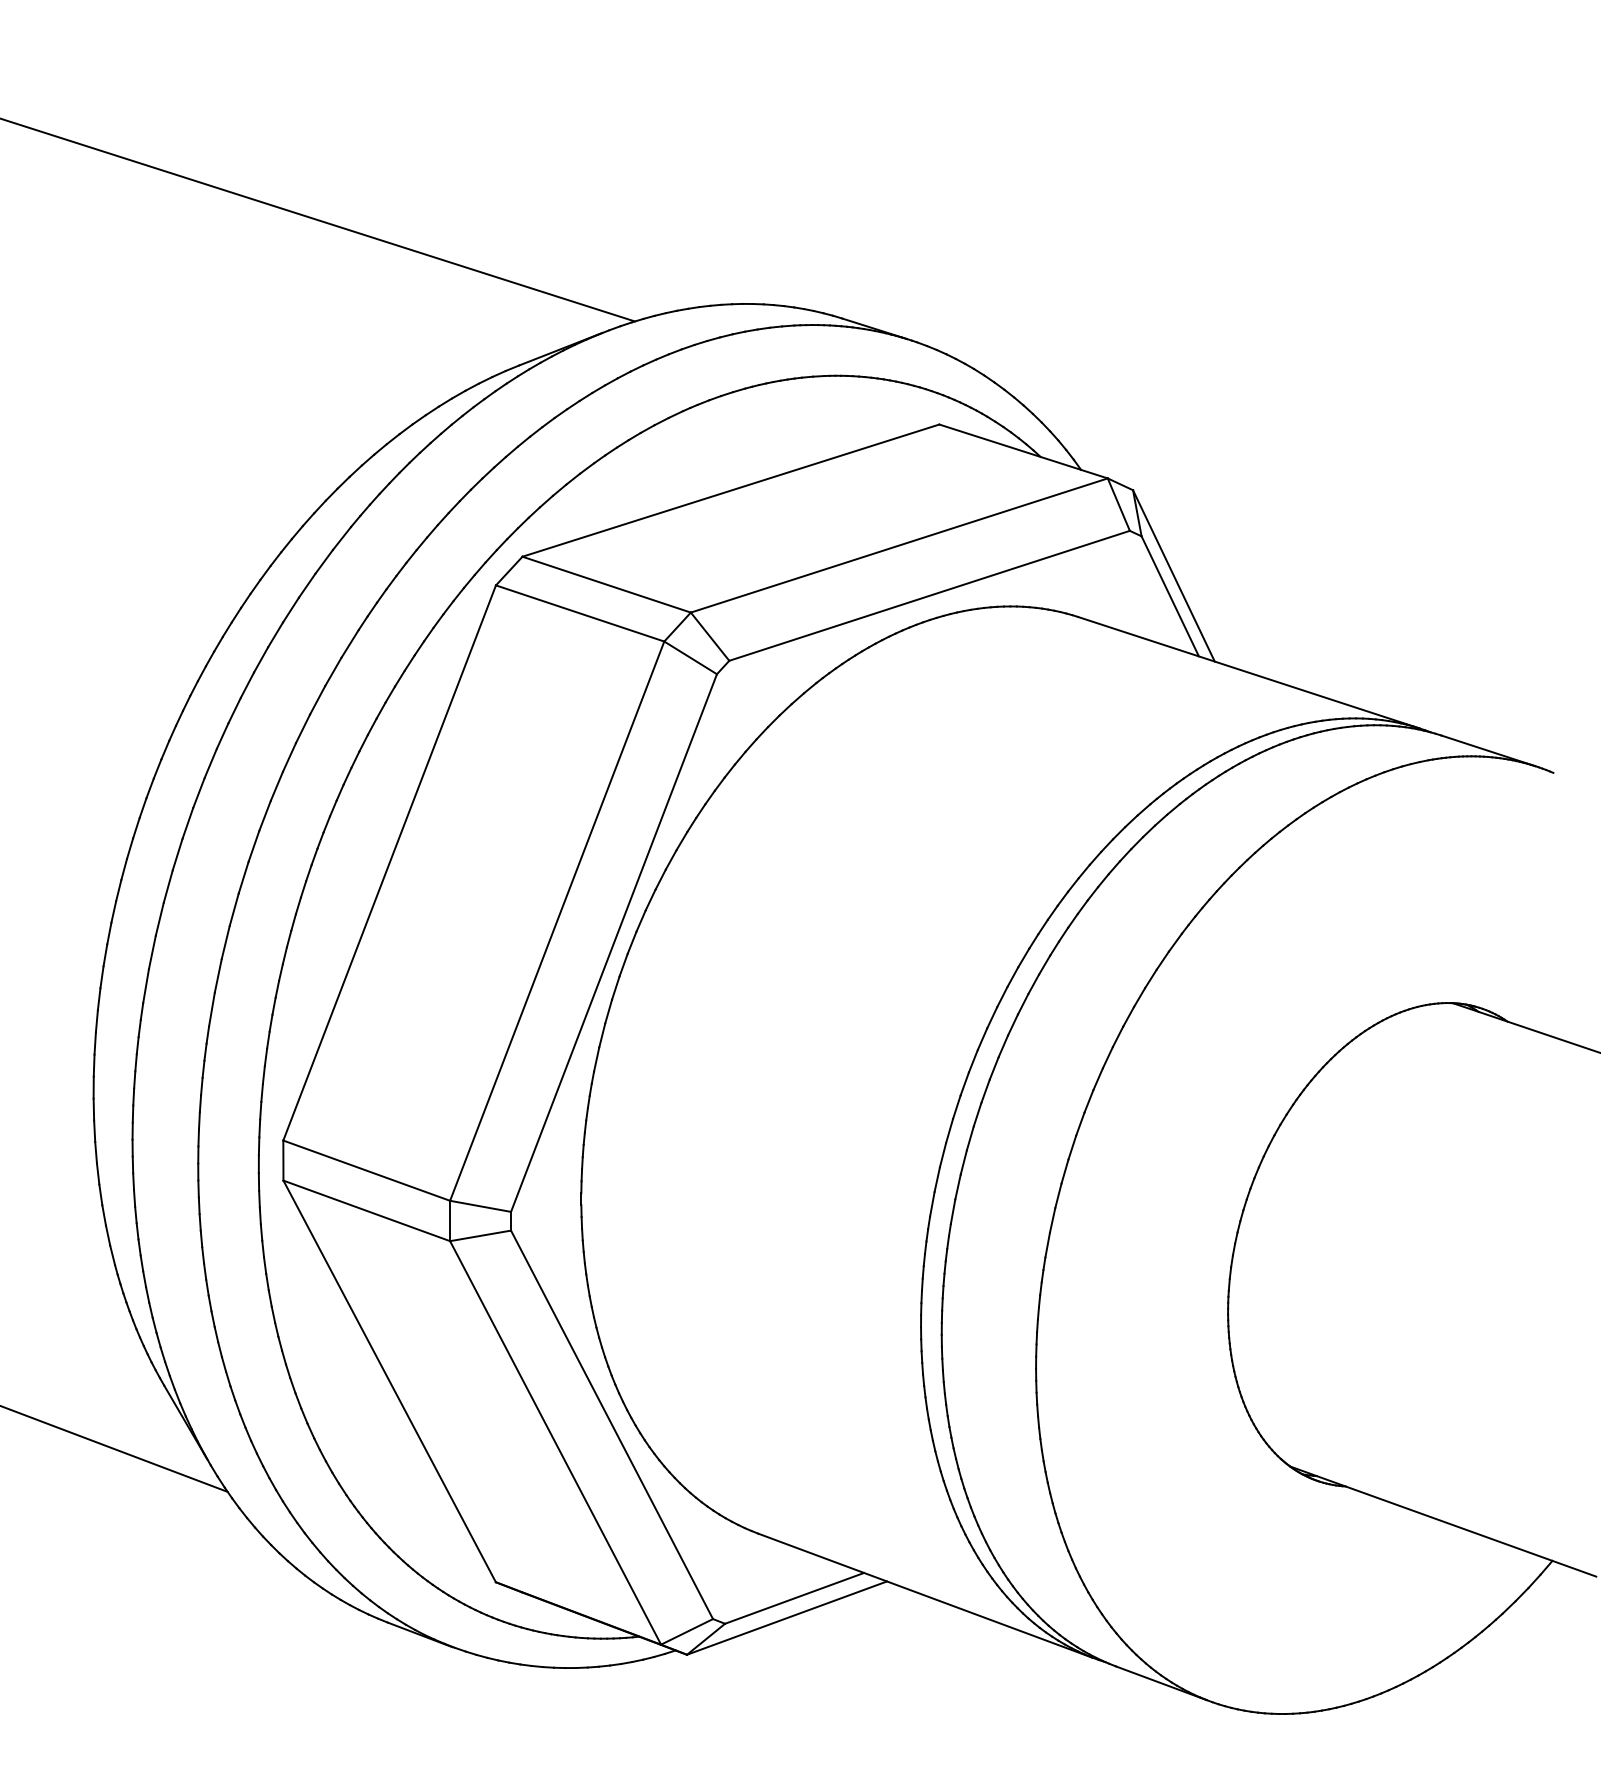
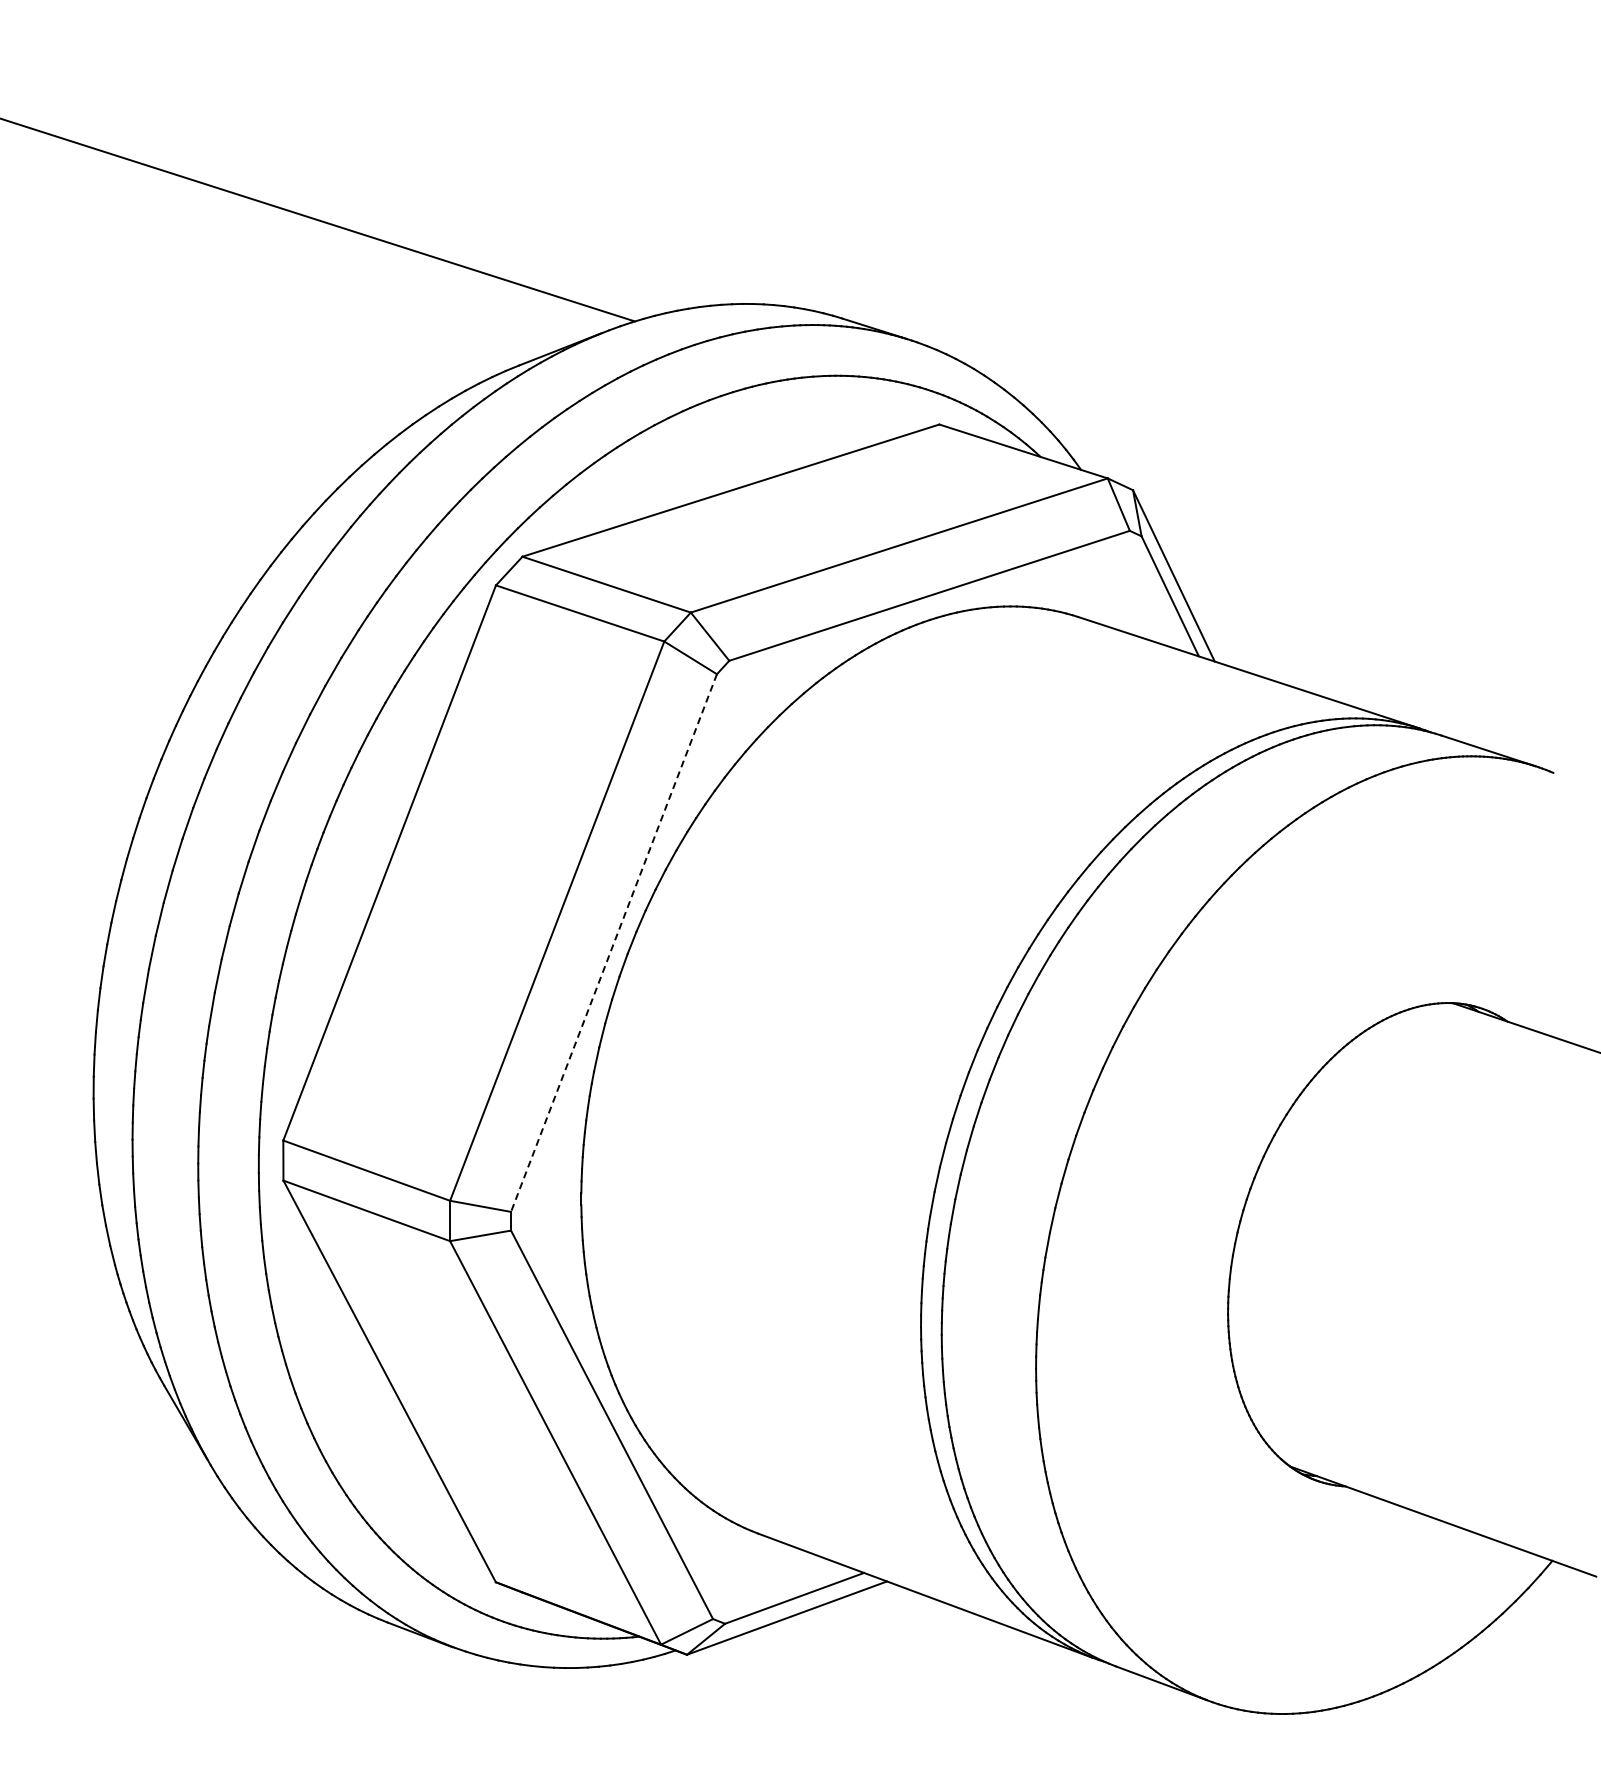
line at (614, 943): solid -> dashed
line at (114, 1448): present -> none
